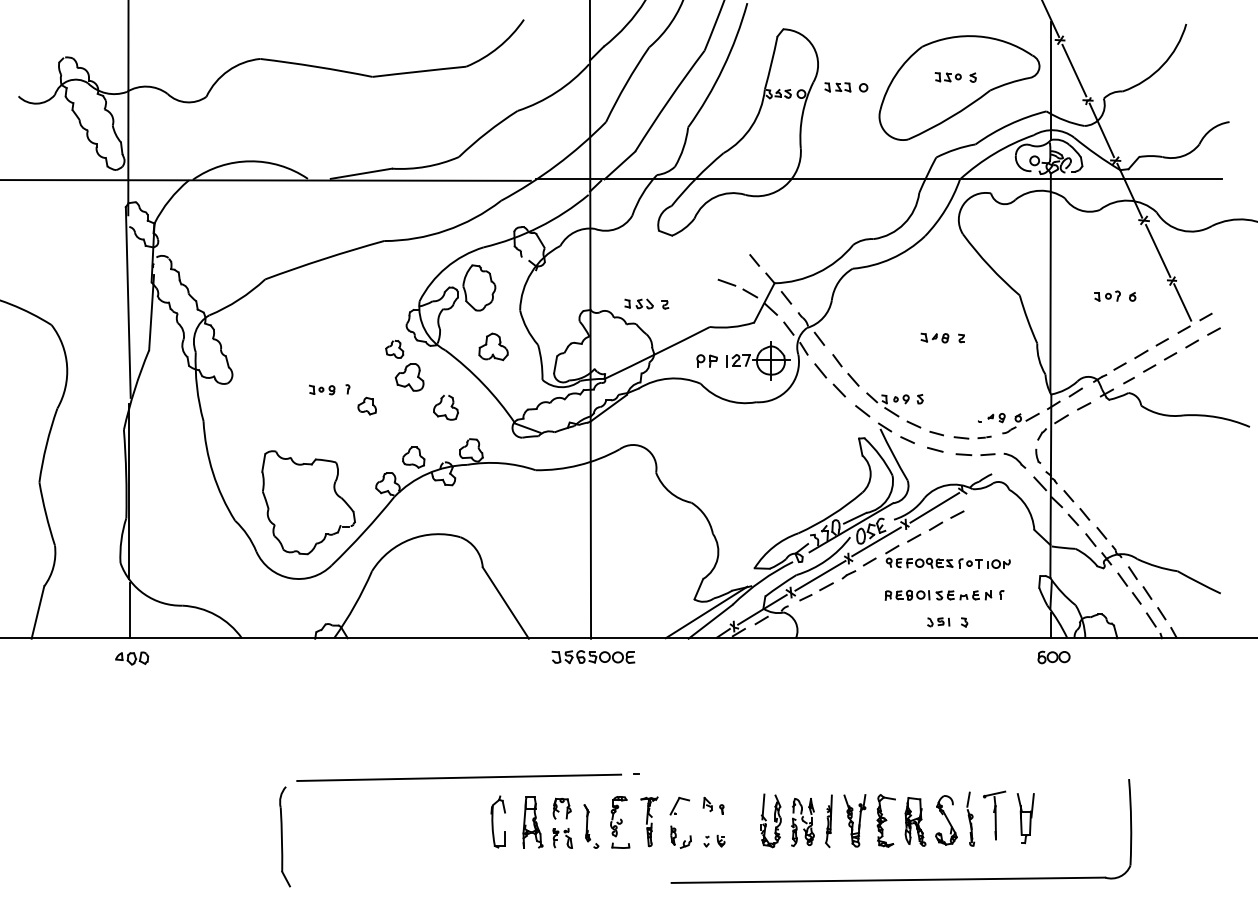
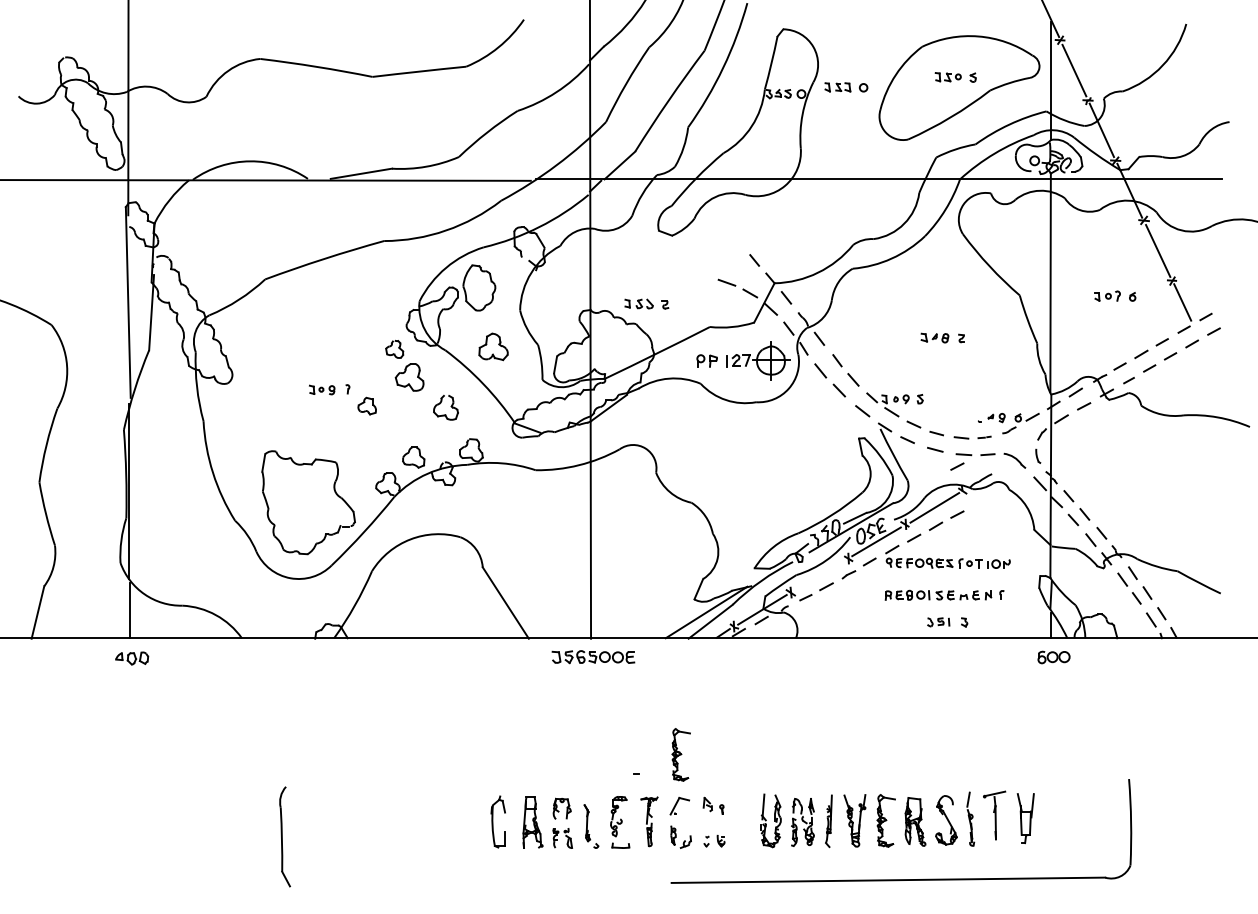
line at (957, 466): none -> present
line at (820, 575): present -> none
part at (680, 754): none -> present
line at (459, 777): present -> none
